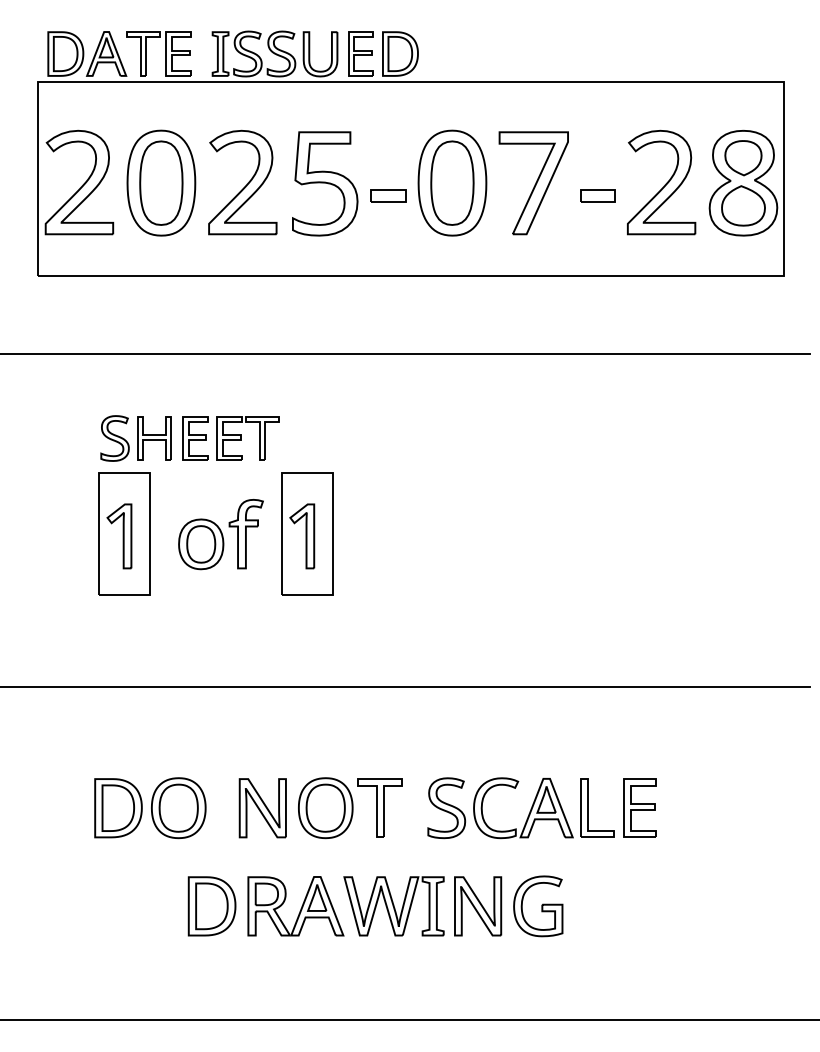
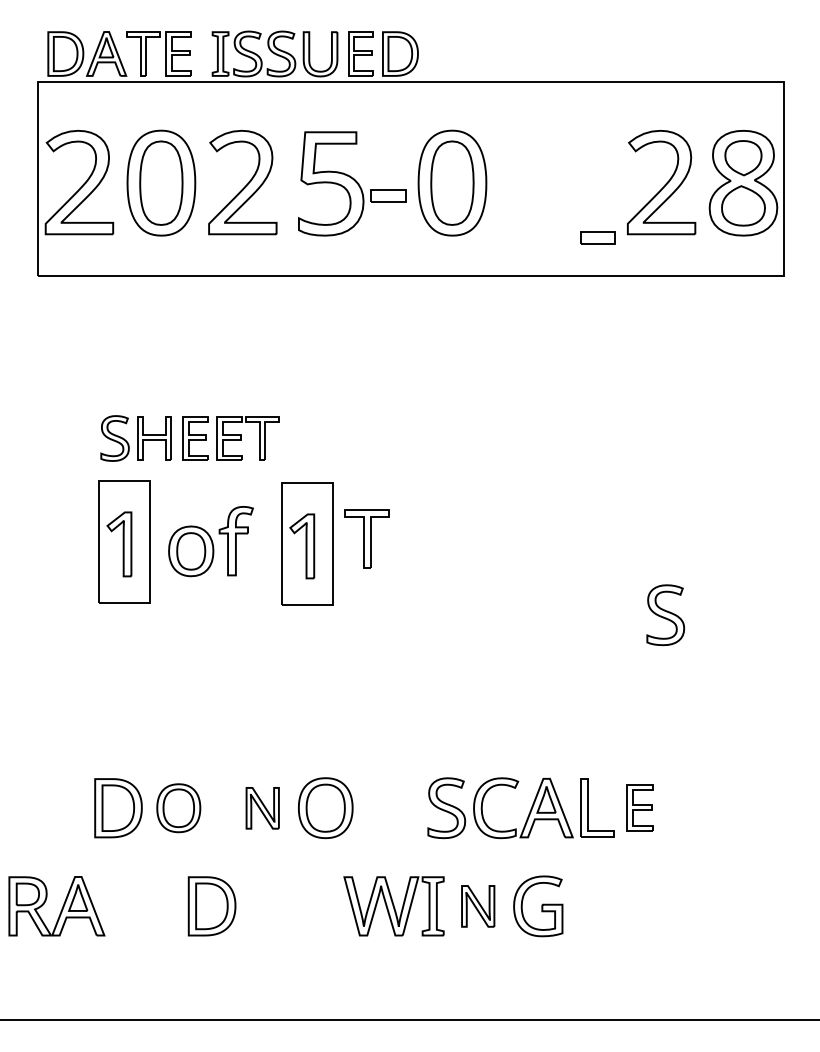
part at (325, 183) position: (325, 183) -> (331, 183)
part at (533, 183): present -> none
part at (597, 195) position: (597, 195) -> (597, 237)
line at (406, 354): present -> none
part at (124, 533) position: (124, 533) -> (124, 541)
part at (307, 533) position: (307, 533) -> (307, 543)
part at (220, 534) position: (220, 534) -> (210, 541)
part at (665, 615): none -> present
line at (406, 686): present -> none
part at (379, 807) position: (379, 807) -> (366, 538)
part at (639, 807) size: 34x60 px -> 28x48 px
part at (178, 808) size: 56x63 px -> 46x51 px
part at (262, 808) size: 49x61 px -> 35x43 px
part at (295, 906) position: (295, 906) -> (56, 906)
part at (478, 906) size: 49x61 px -> 35x43 px
